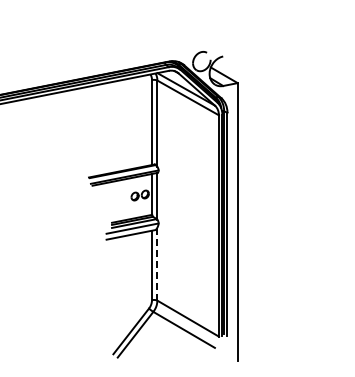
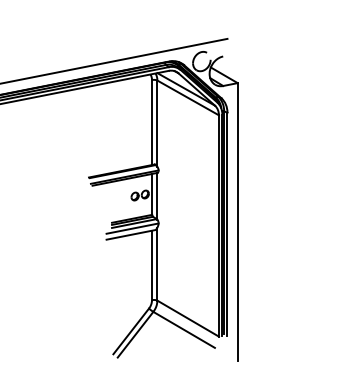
line at (114, 60): none -> present
line at (157, 264): dashed -> solid
